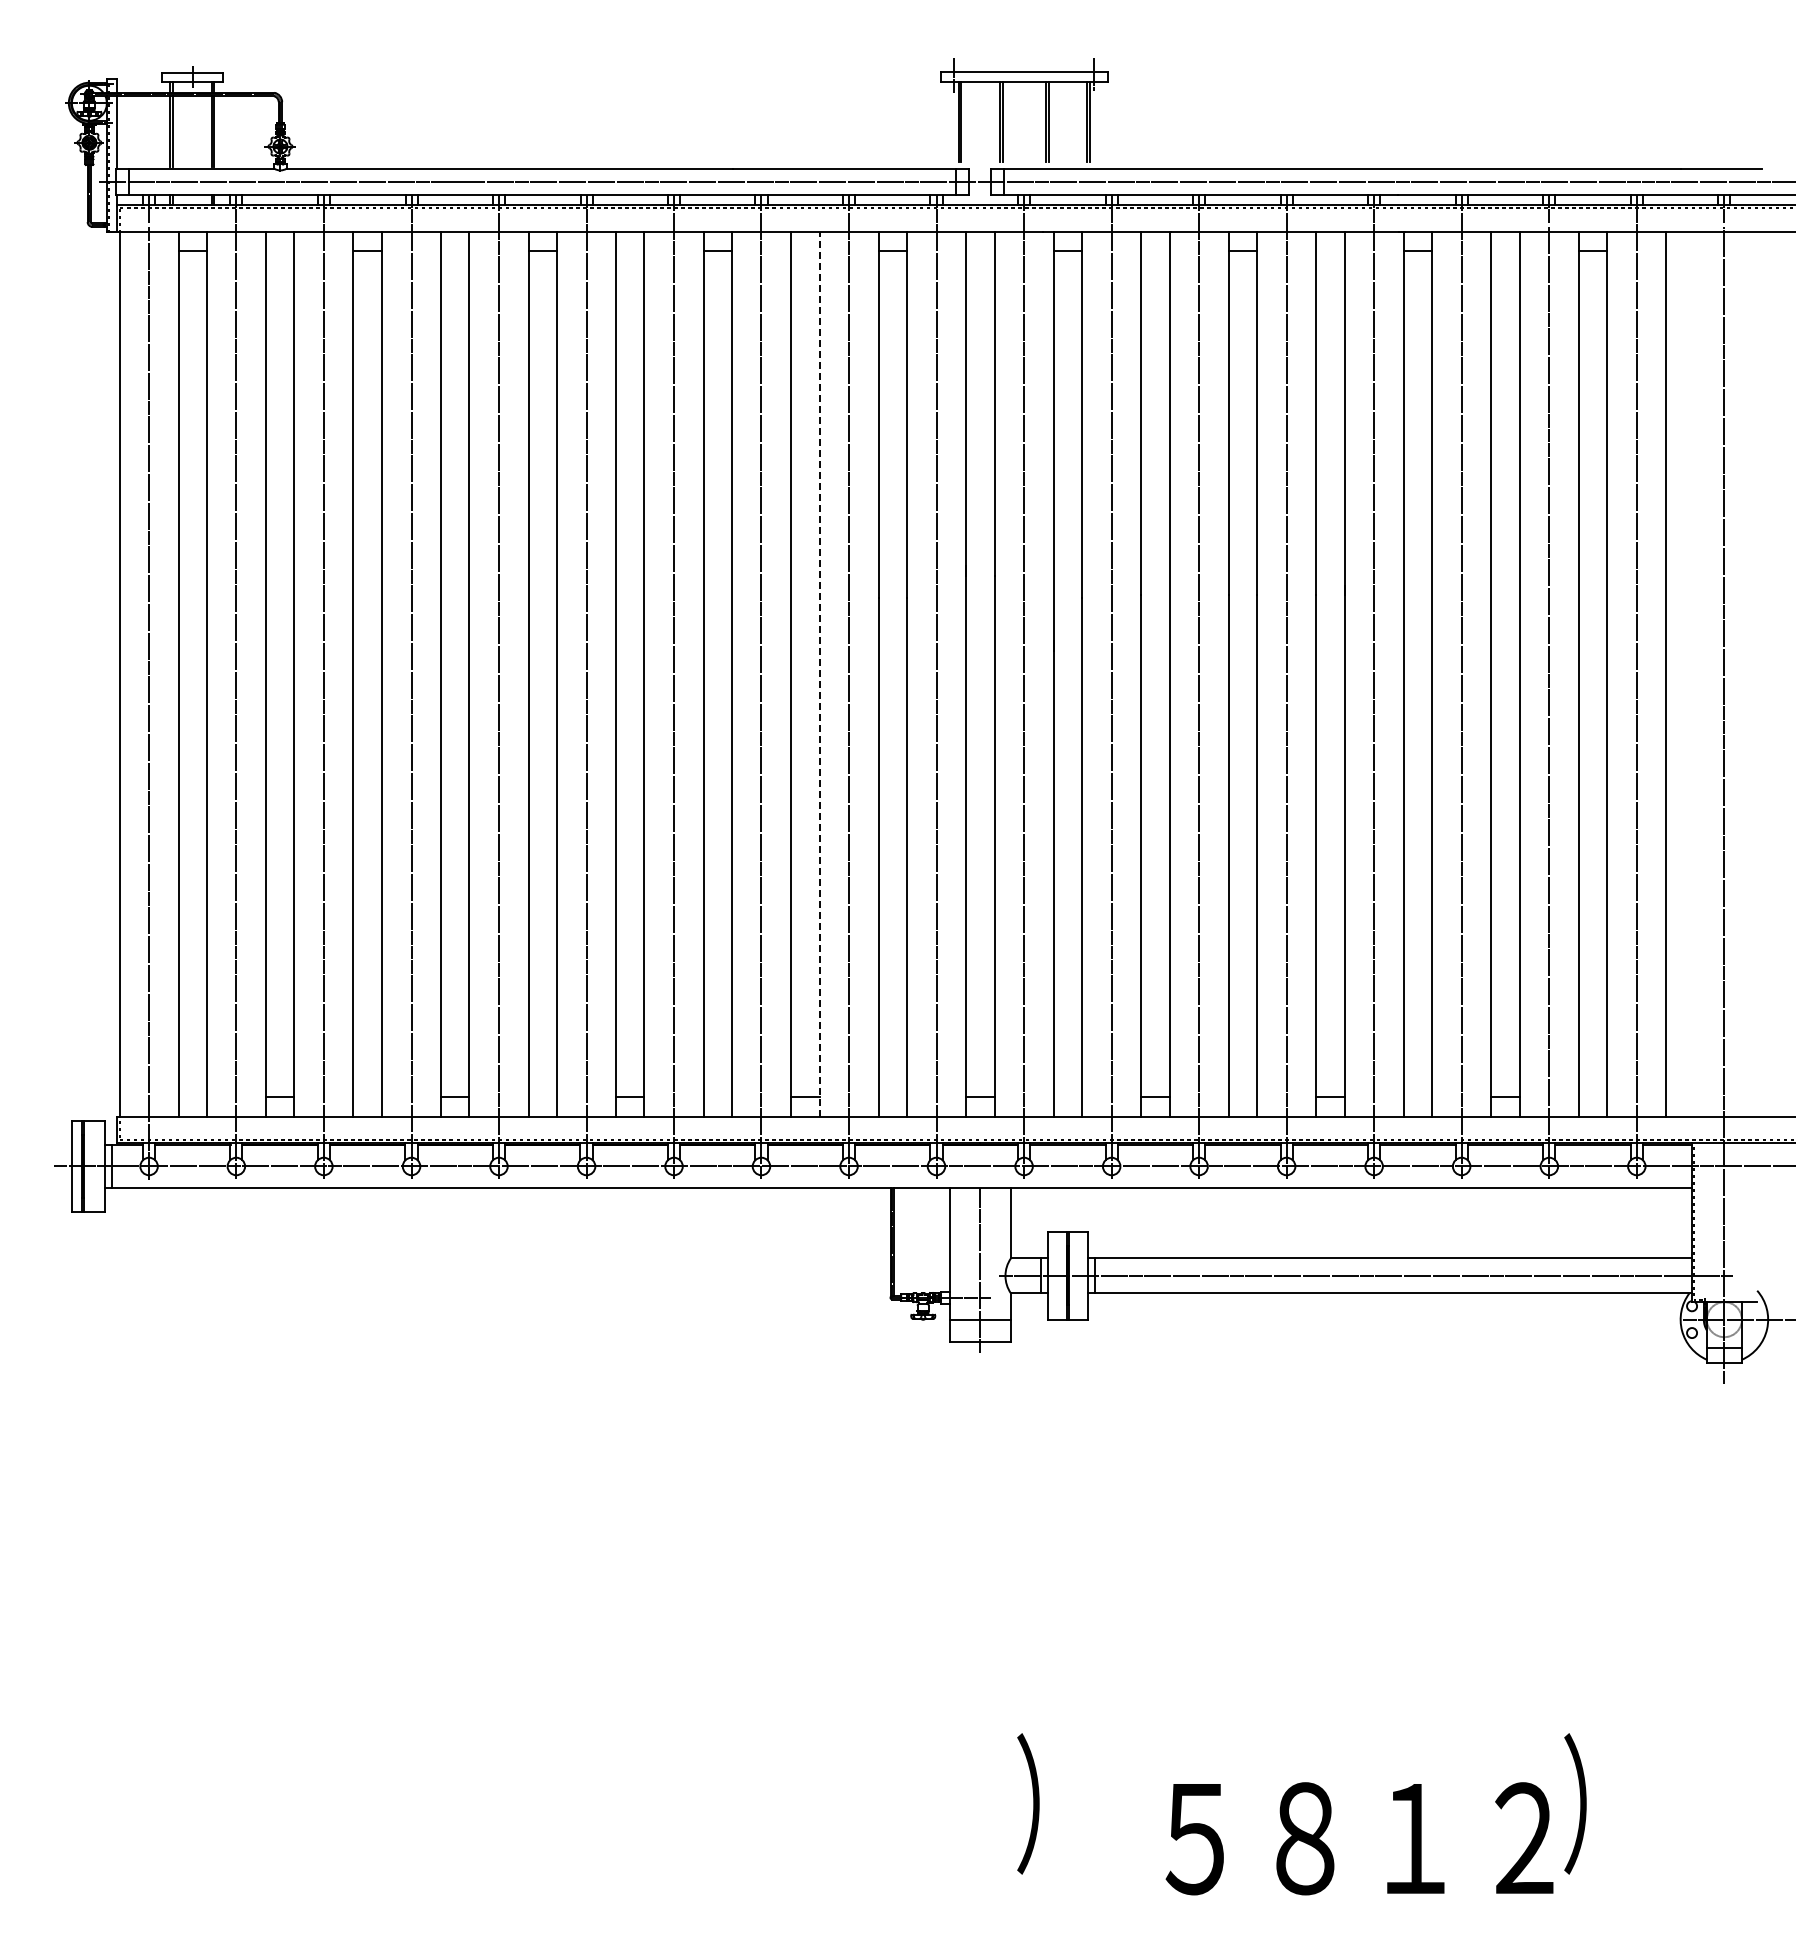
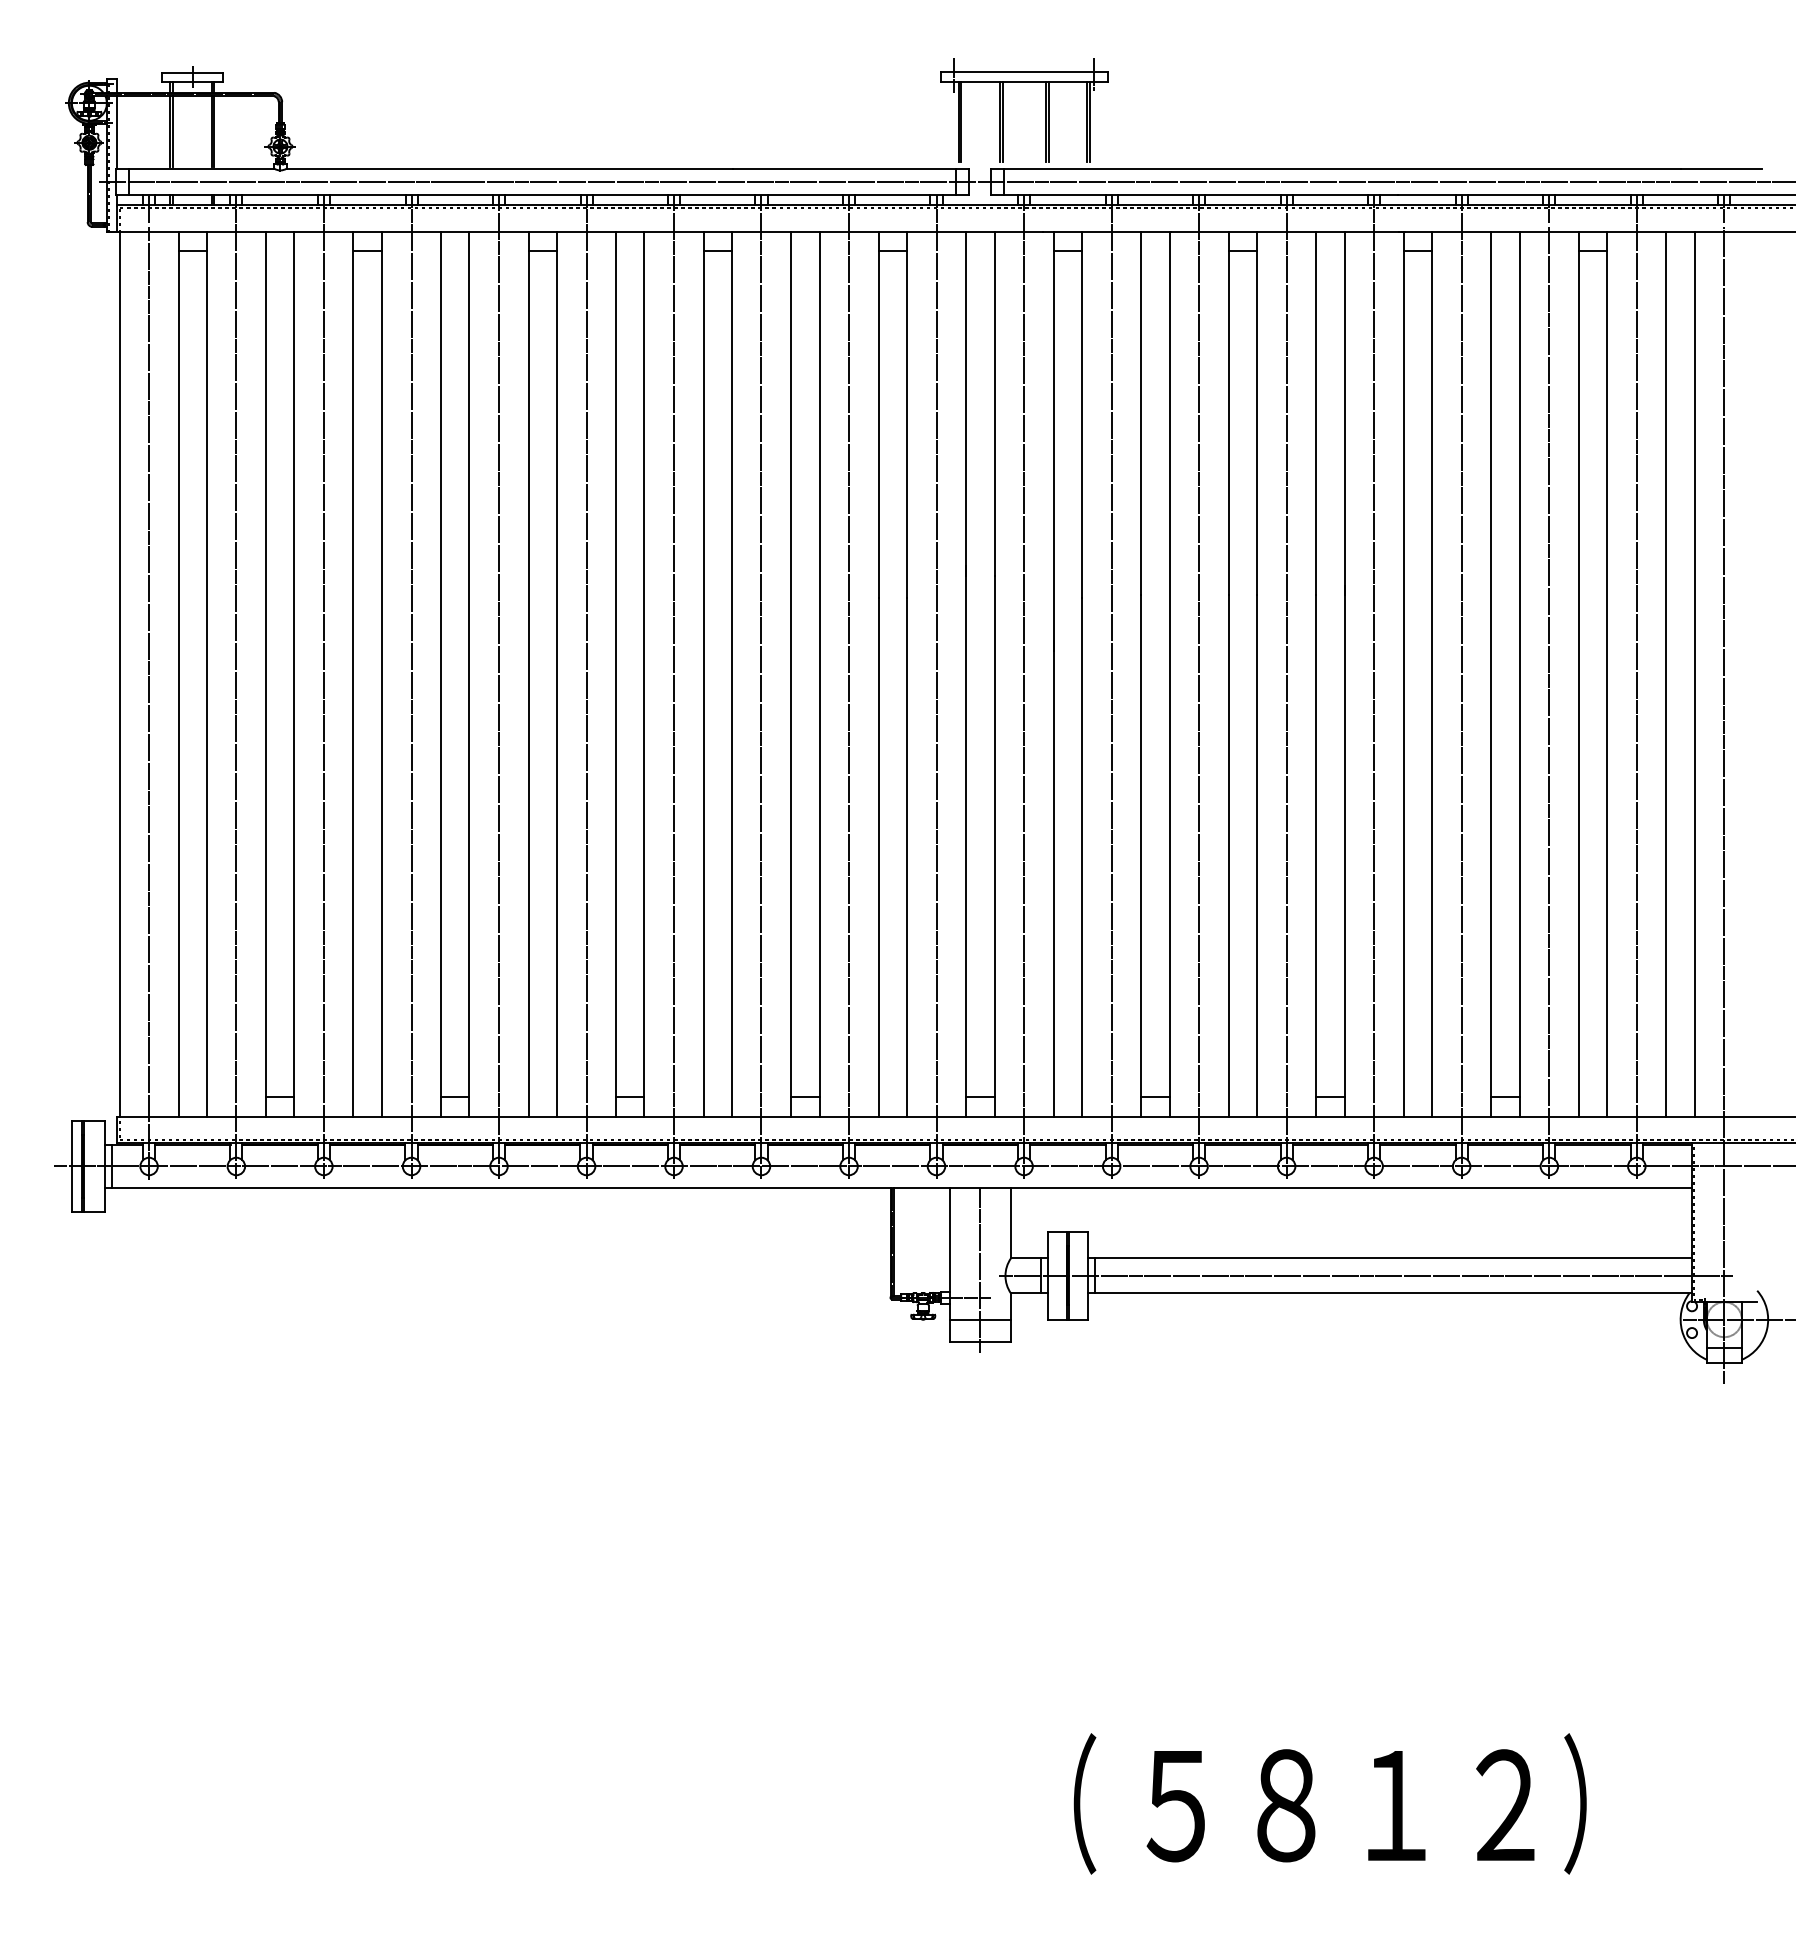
line at (819, 673): dashed -> solid
line at (1694, 673): none -> present
text at (1056, 1803): ） -> （
text at (1359, 1838) position: (1359, 1838) -> (1340, 1805)
